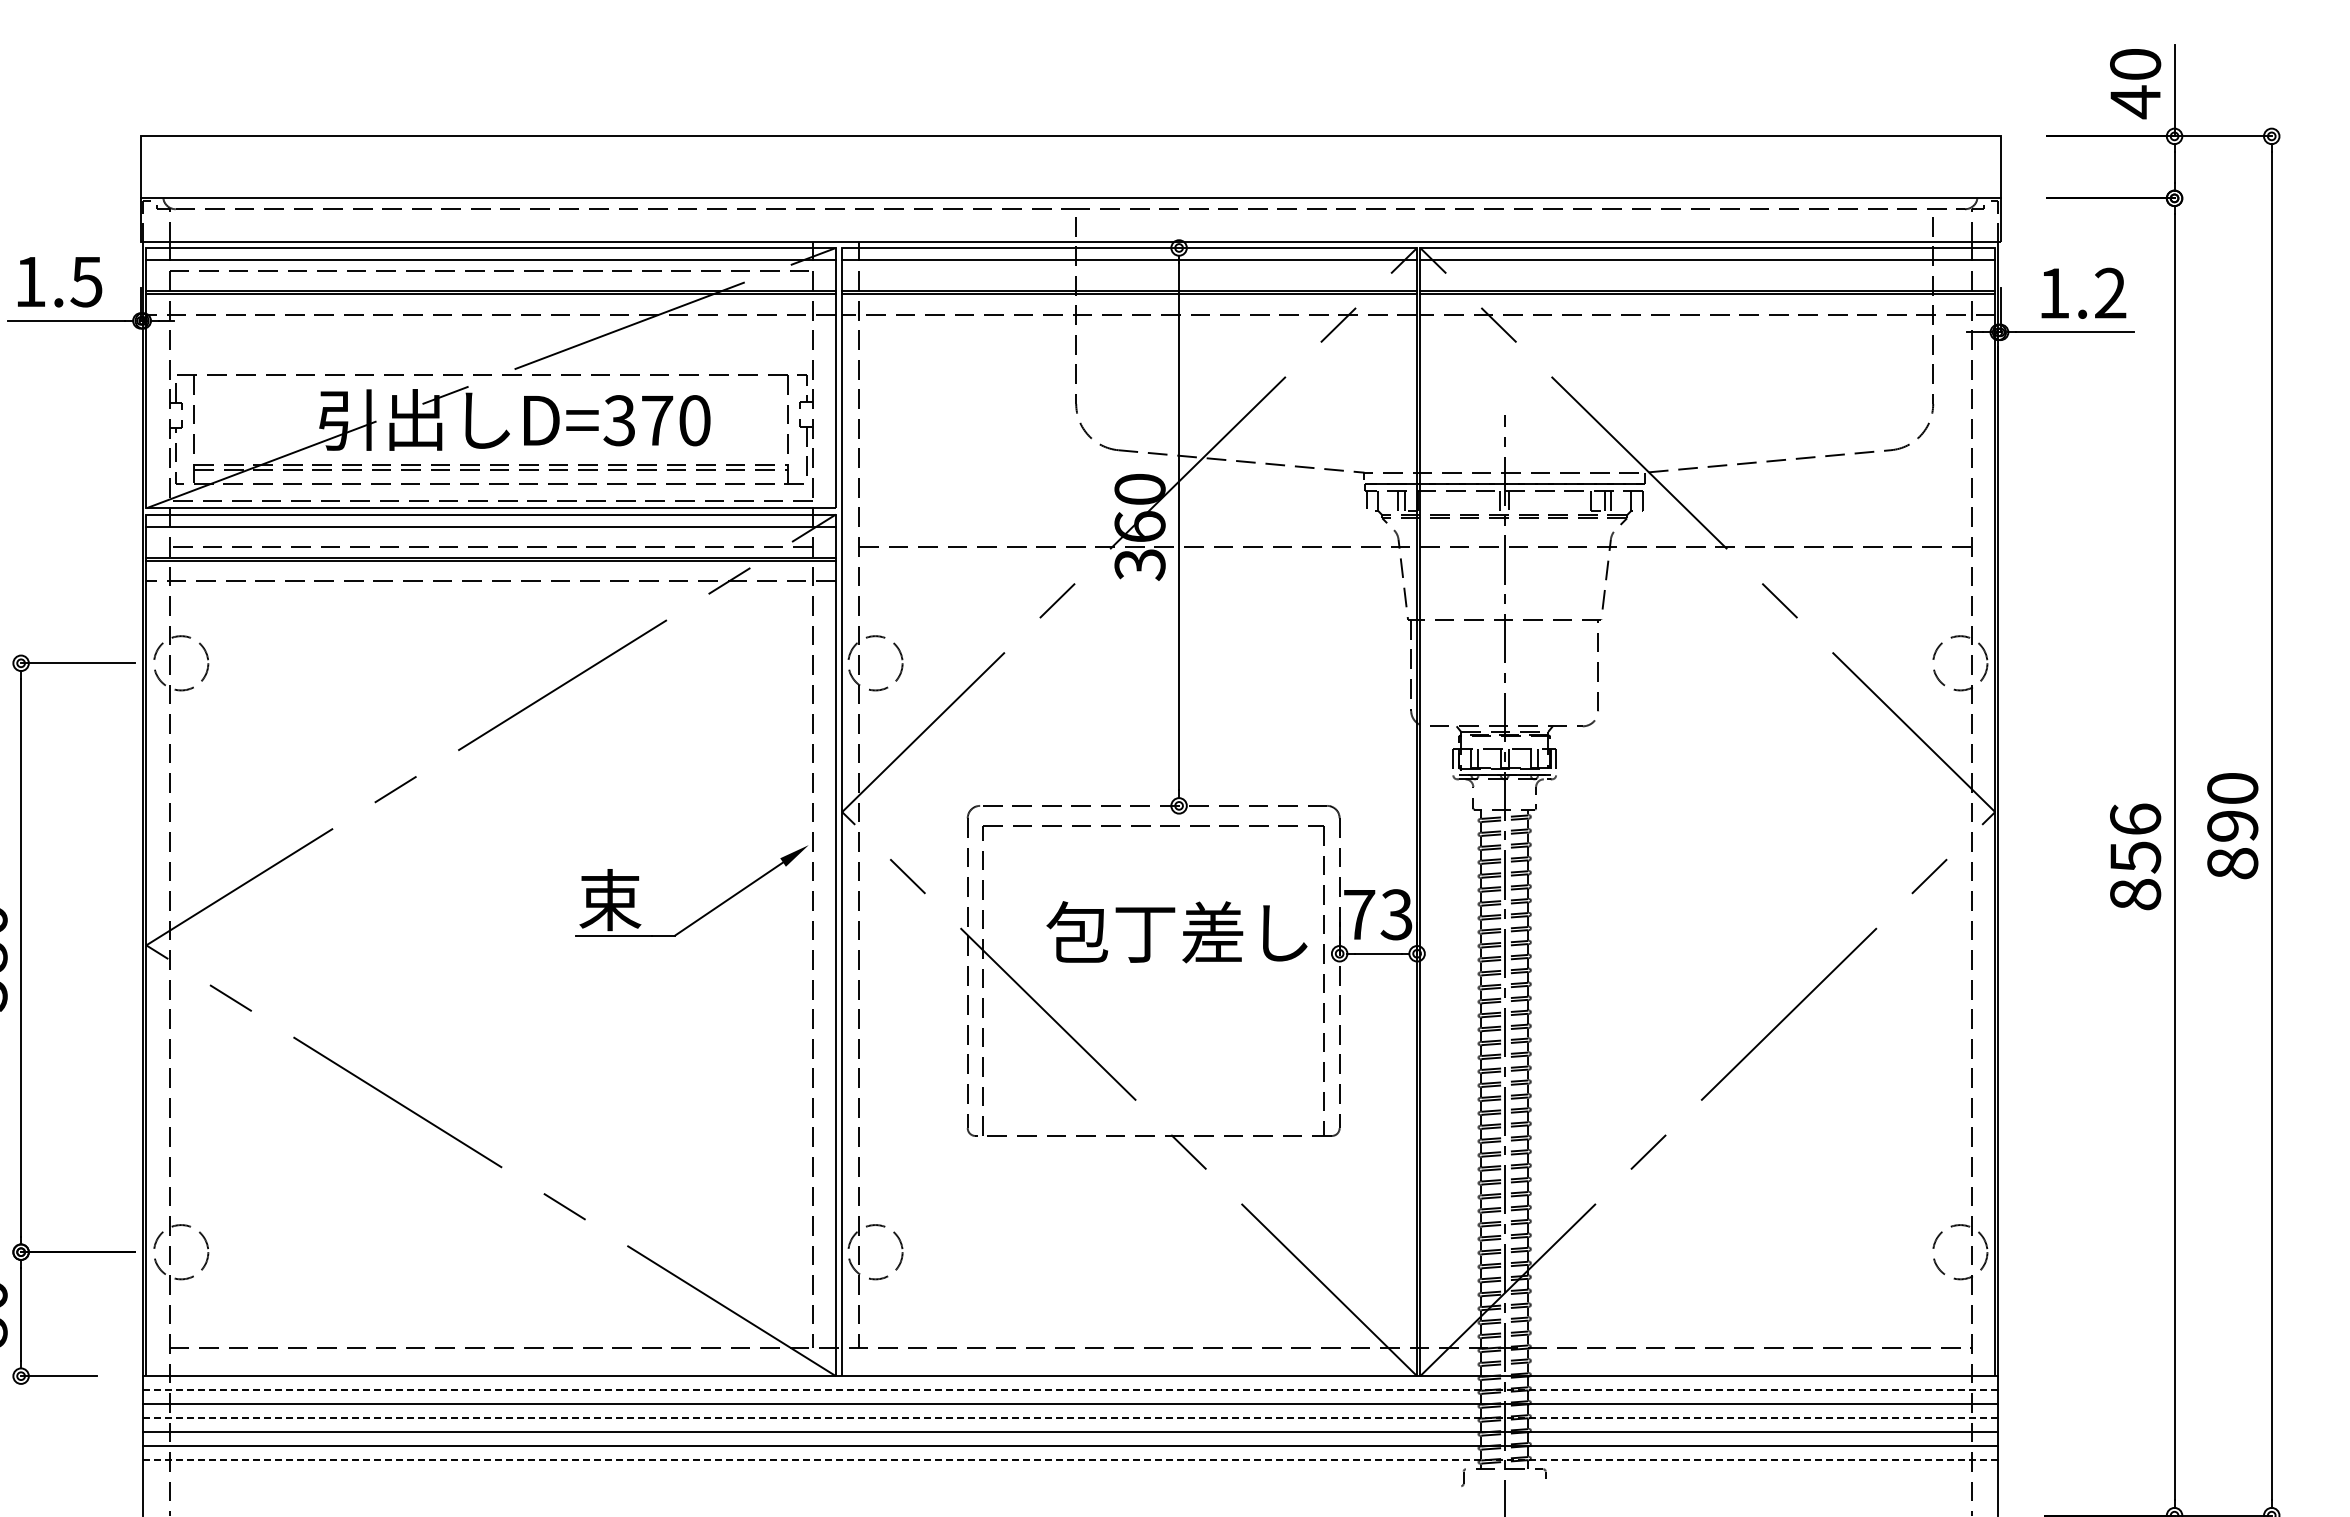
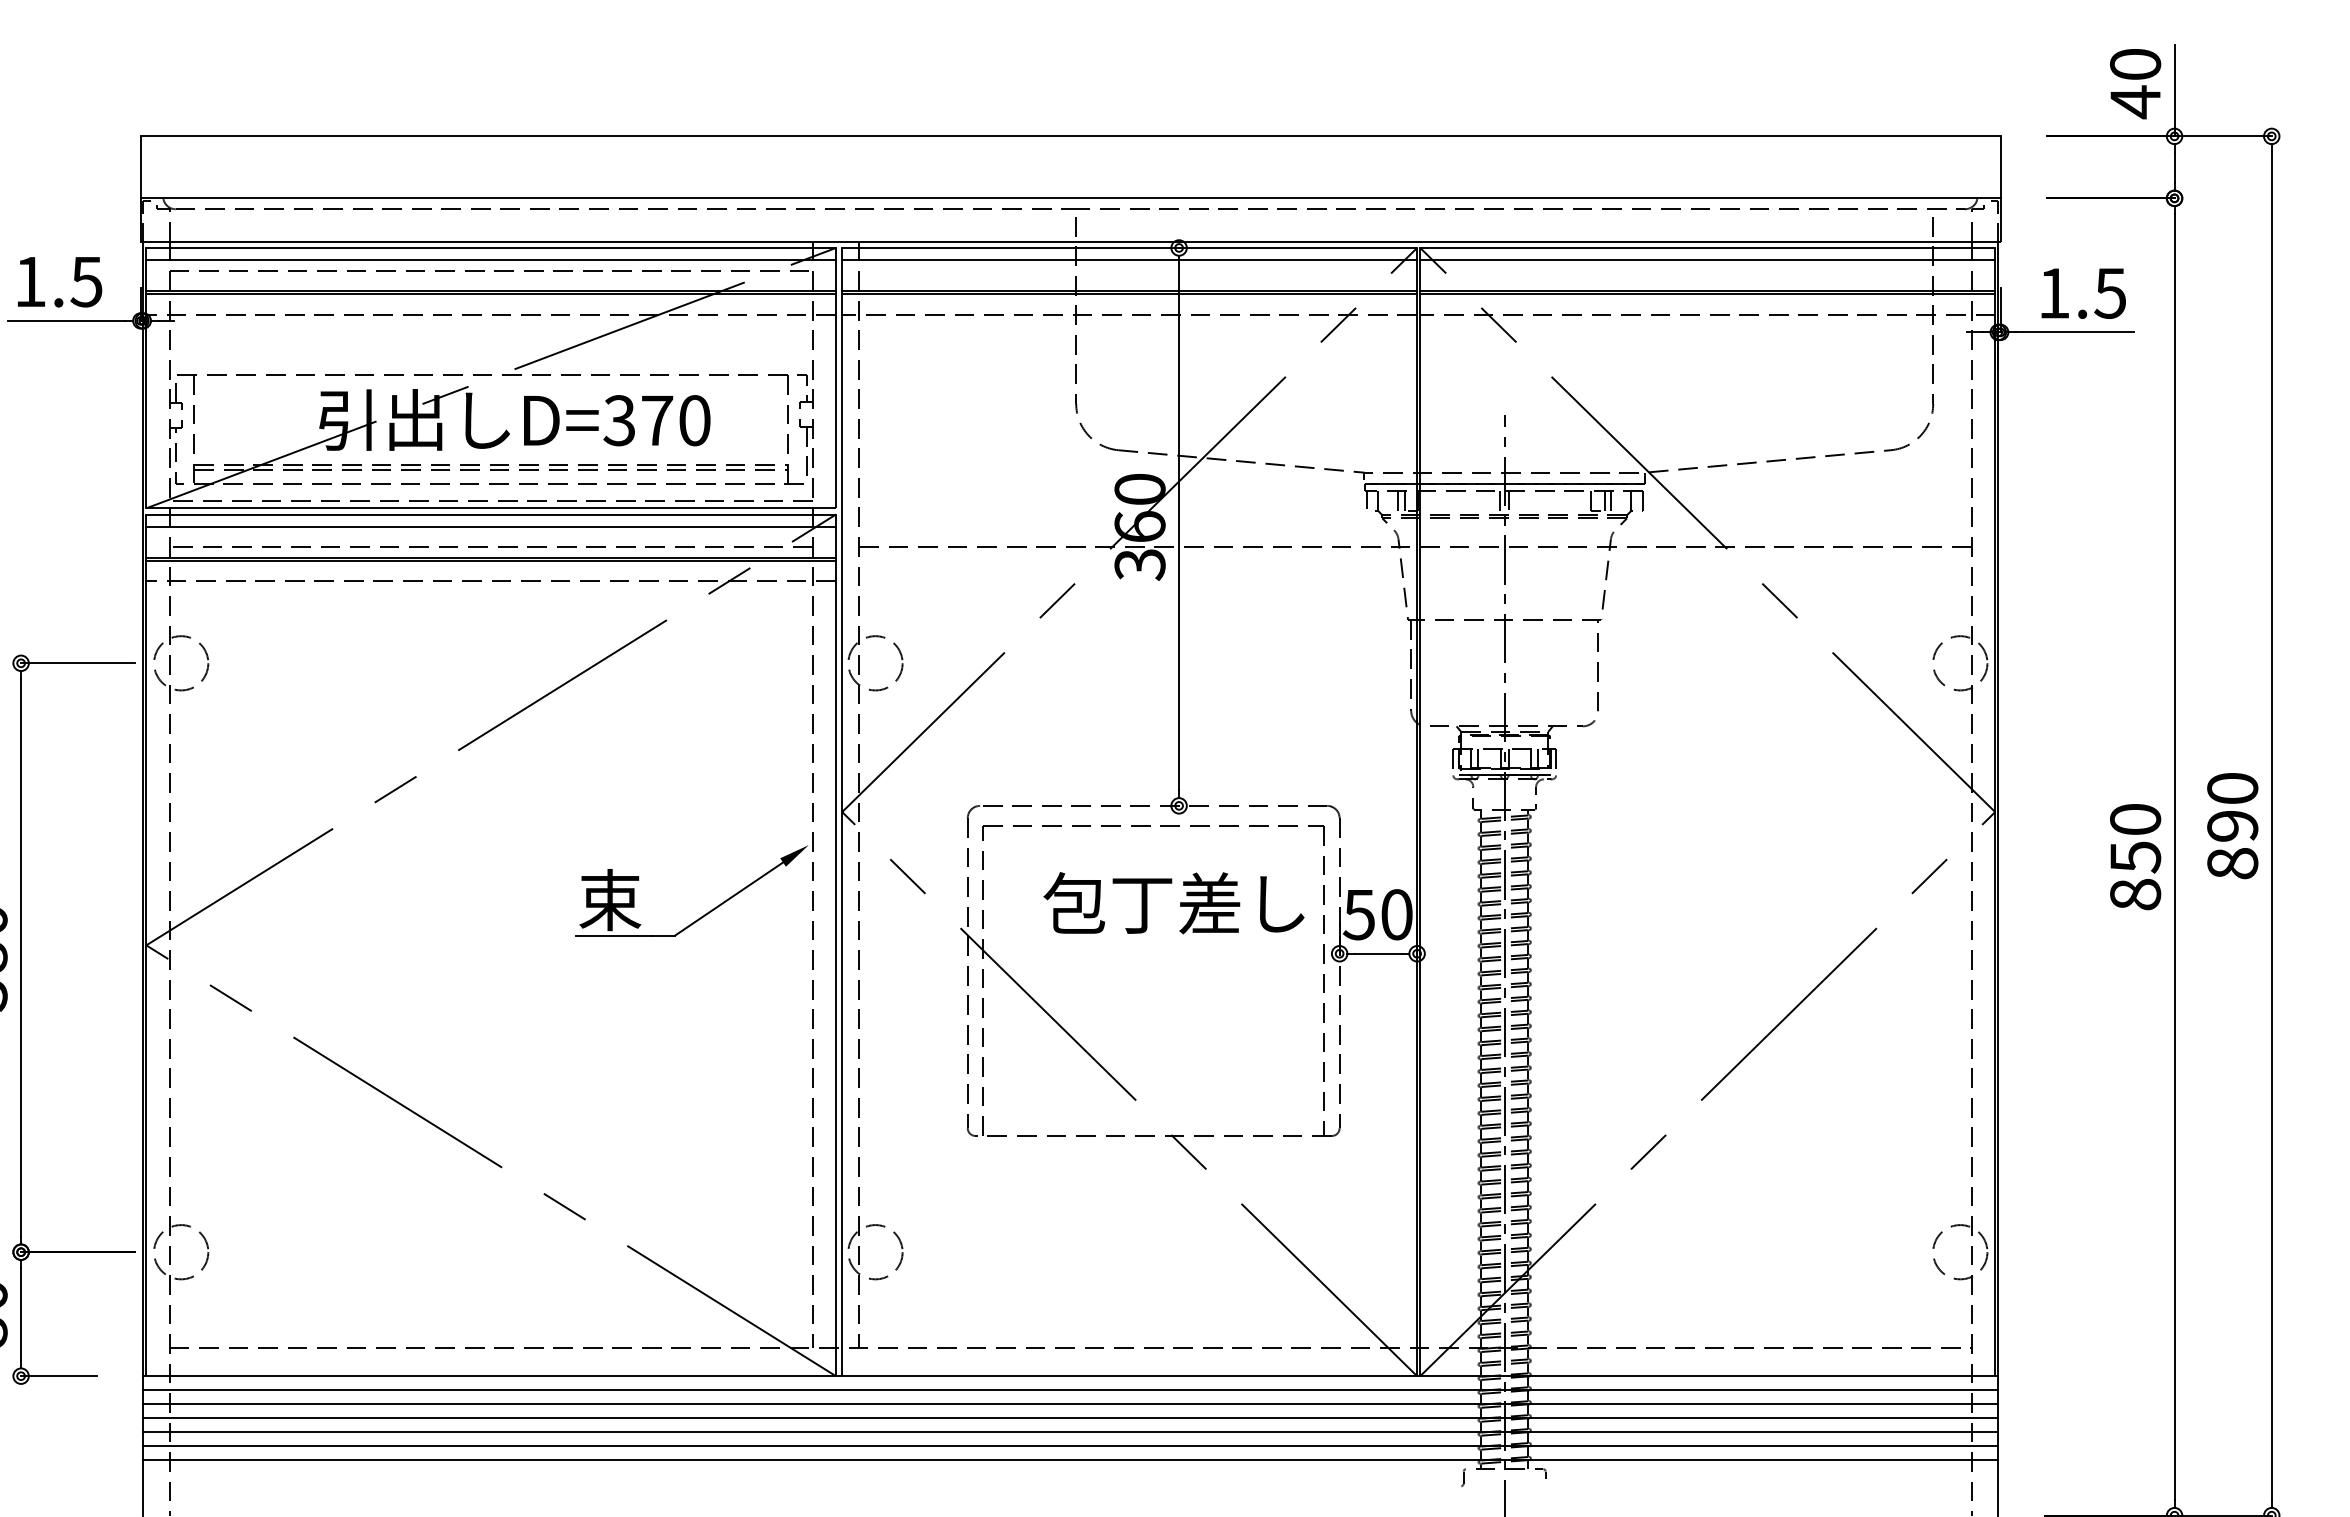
text at (2110, 292): 1.2 -> 1.5
text at (2135, 818): 856 -> 850
text at (1377, 914): 73 -> 50
text at (1176, 932) position: (1176, 932) -> (1173, 903)
line at (1070, 1390): dashed -> solid
line at (1070, 1418): dashed -> solid
line at (1070, 1459): dashed -> solid
